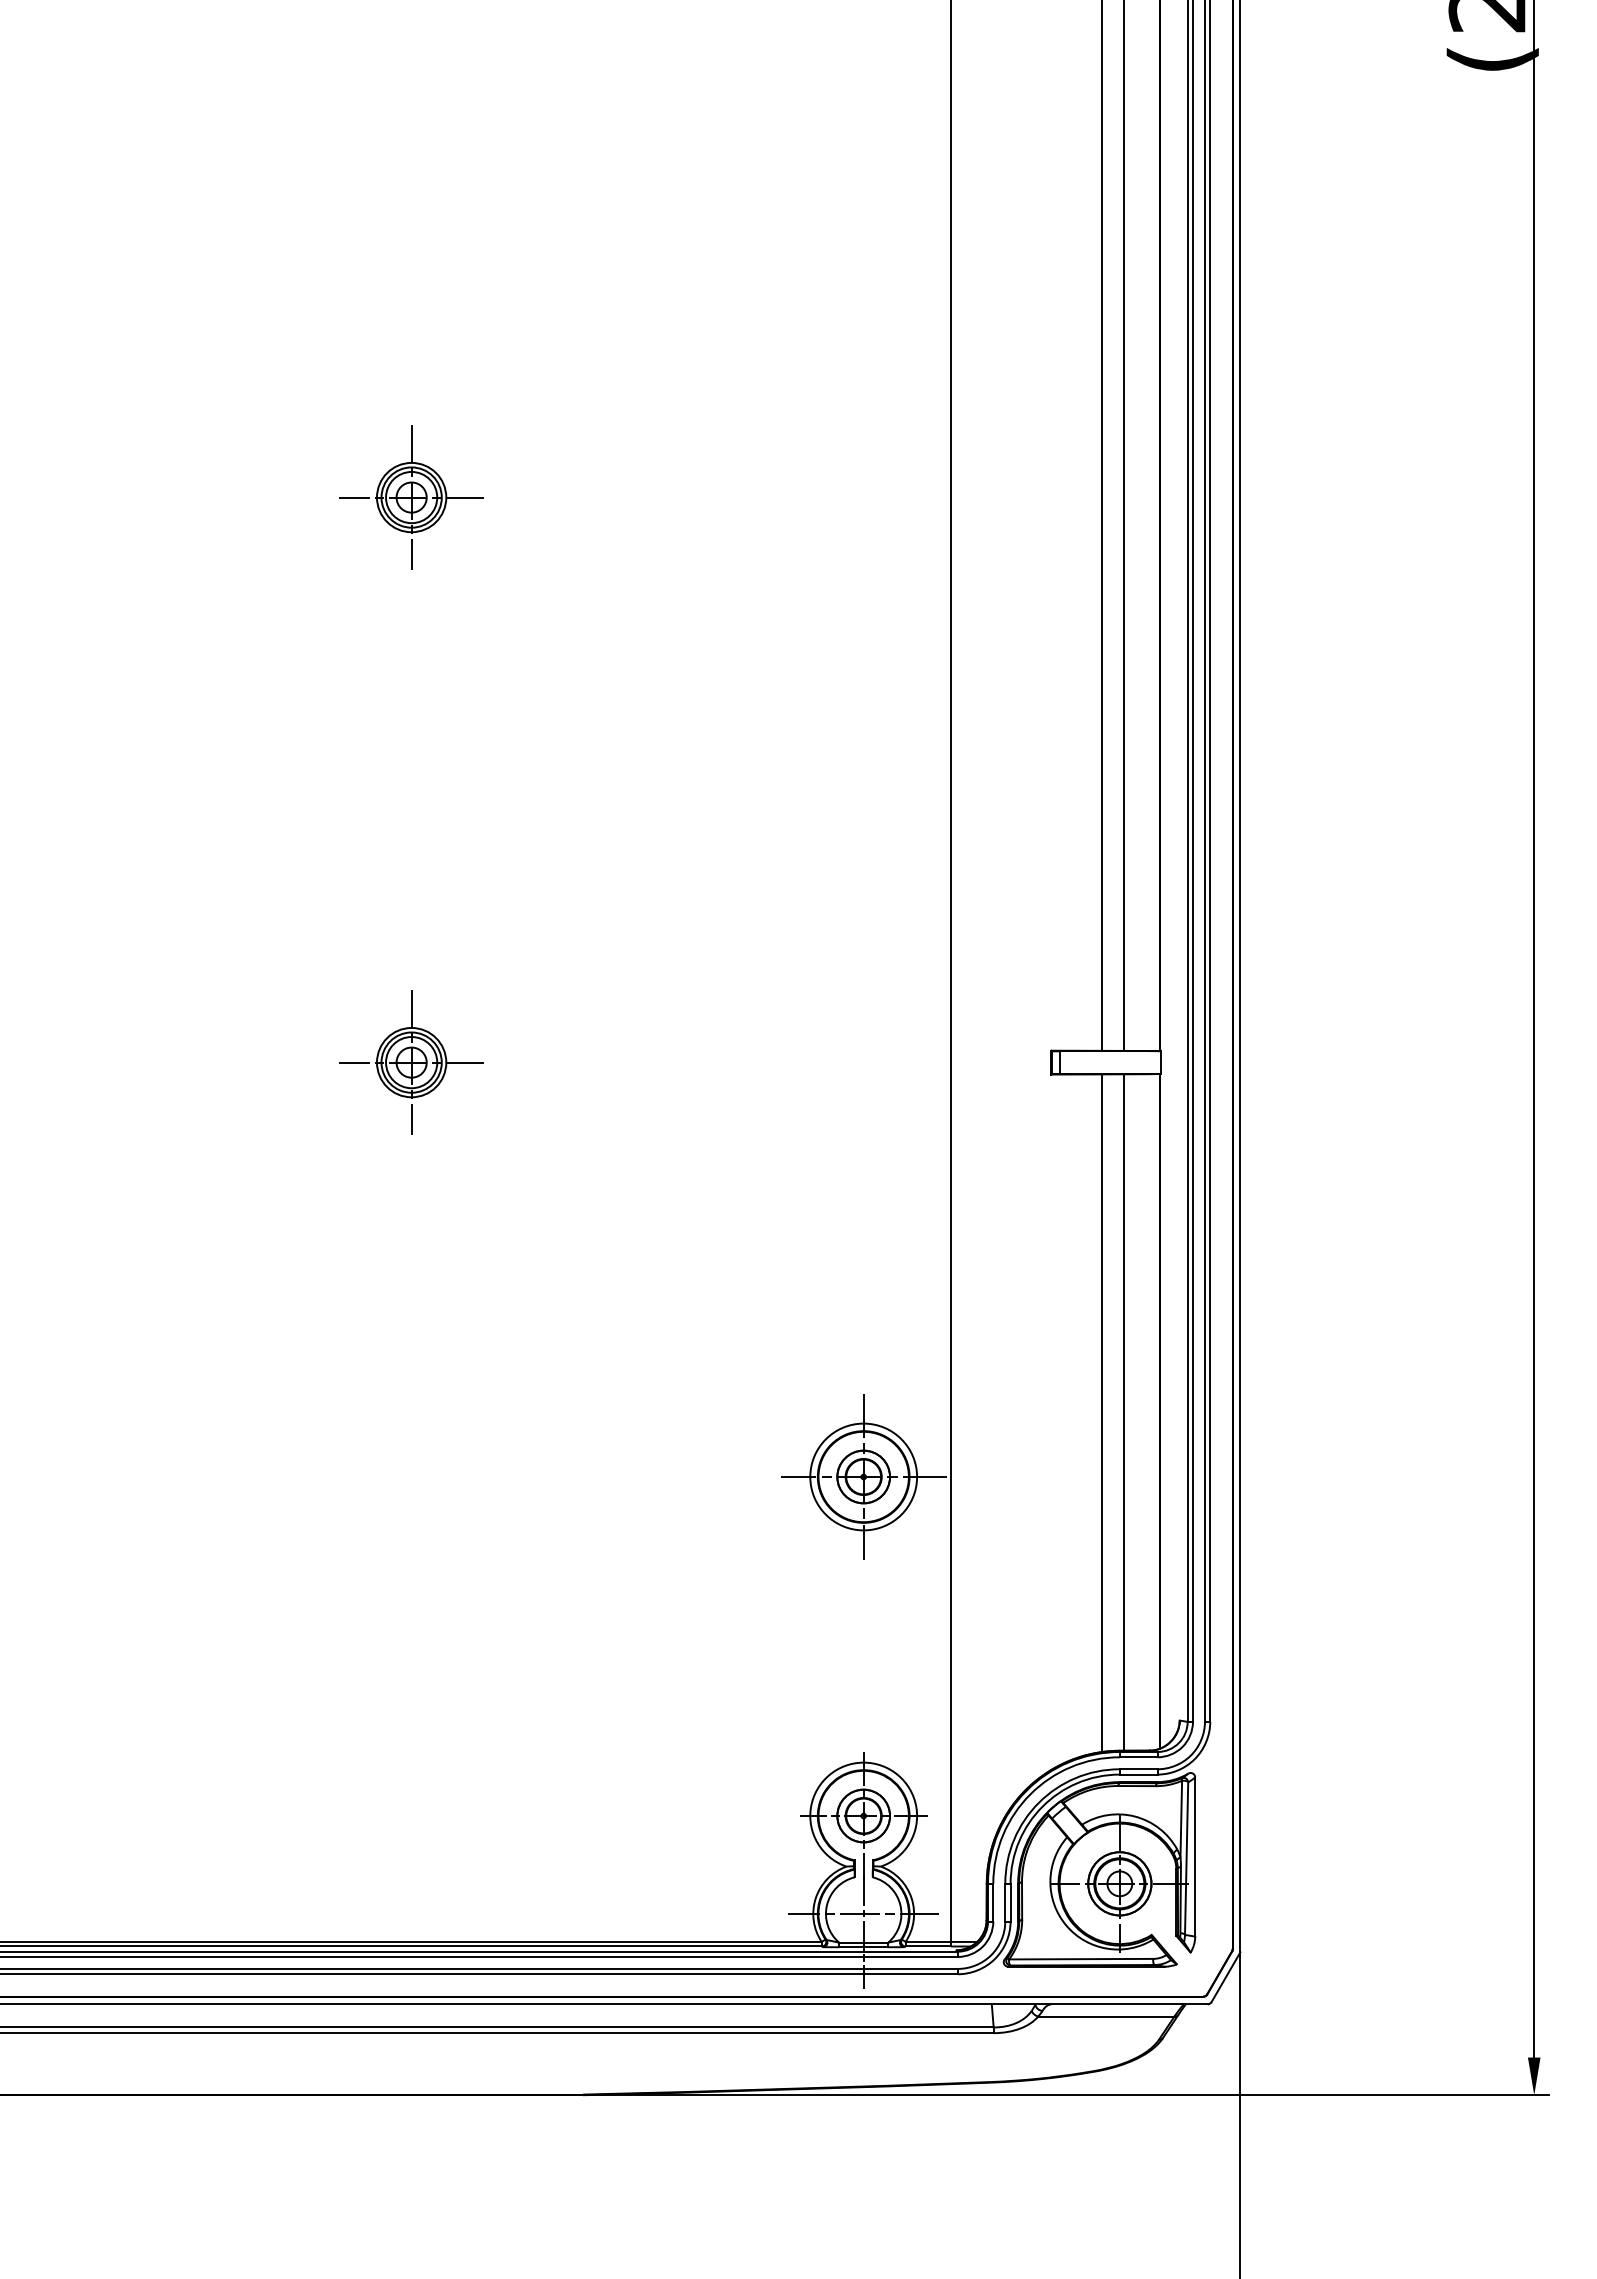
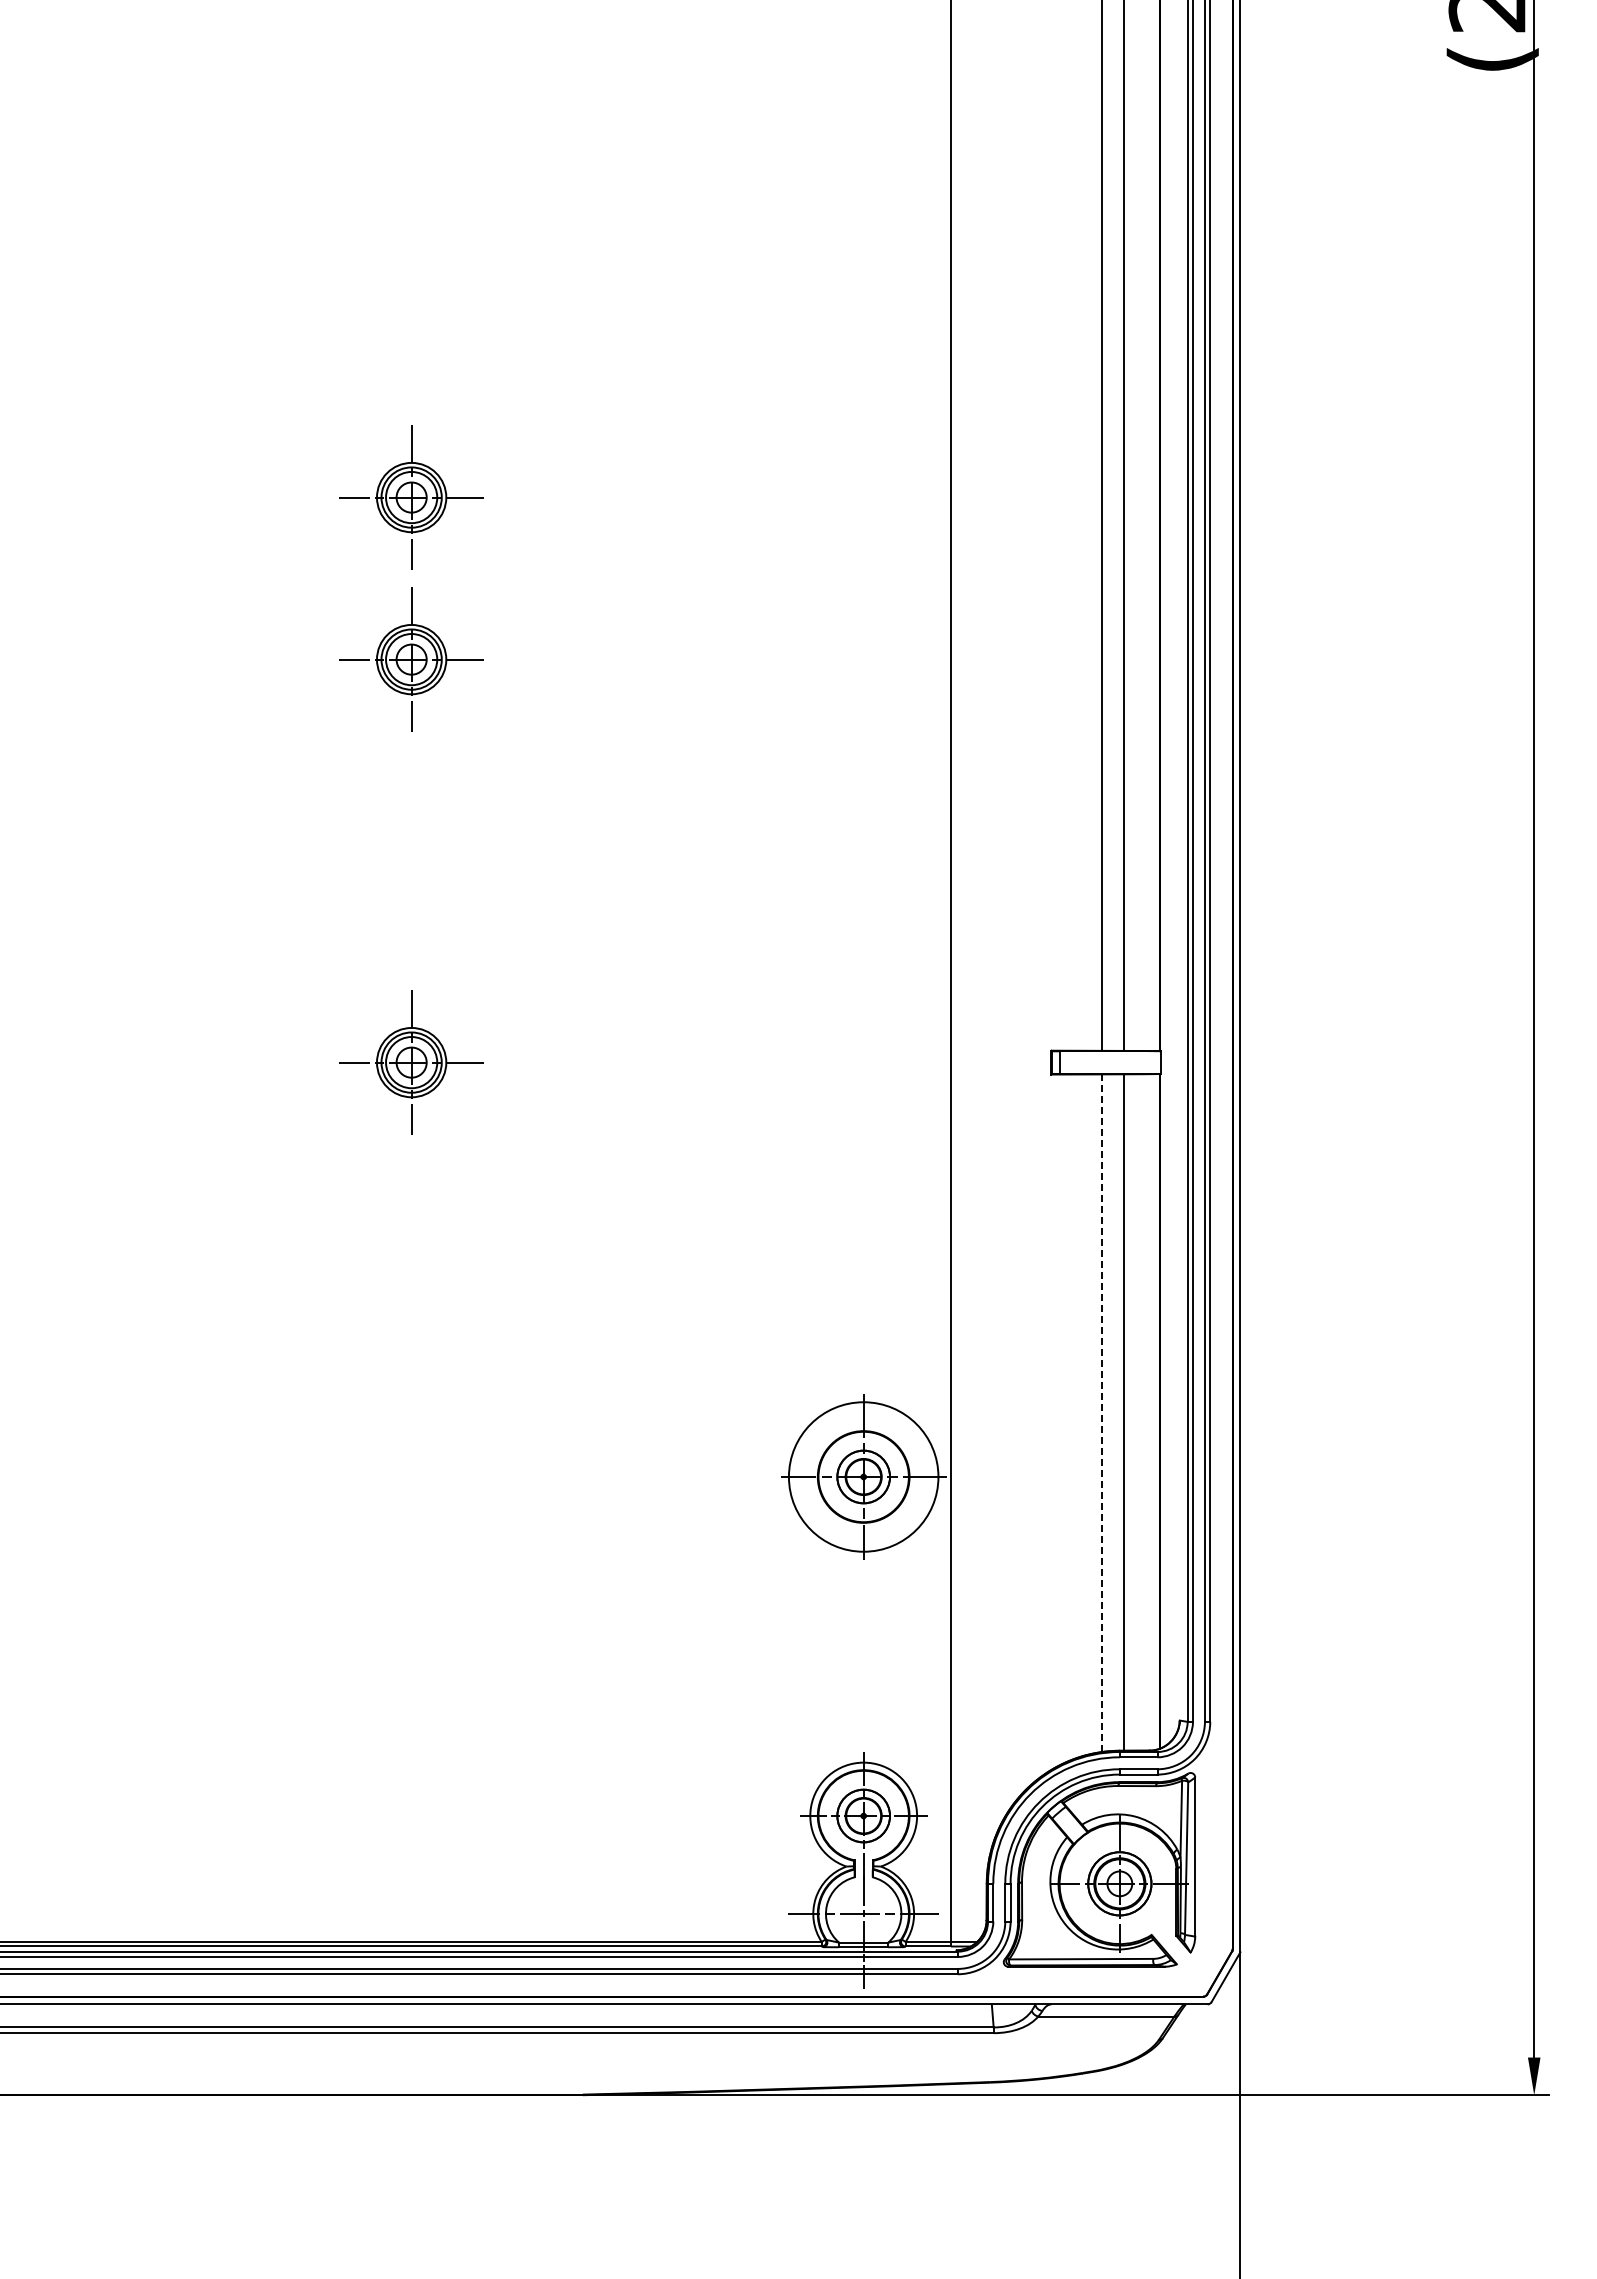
part at (411, 659): none -> present
line at (1101, 1413): solid -> dashed
circle at (863, 1476) diameter: 107 px -> 150 px
